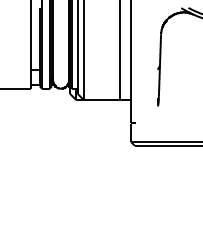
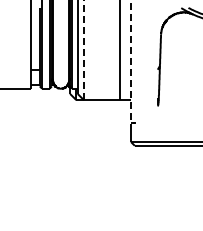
line at (83, 50): solid -> dashed
line at (131, 62): solid -> dashed
